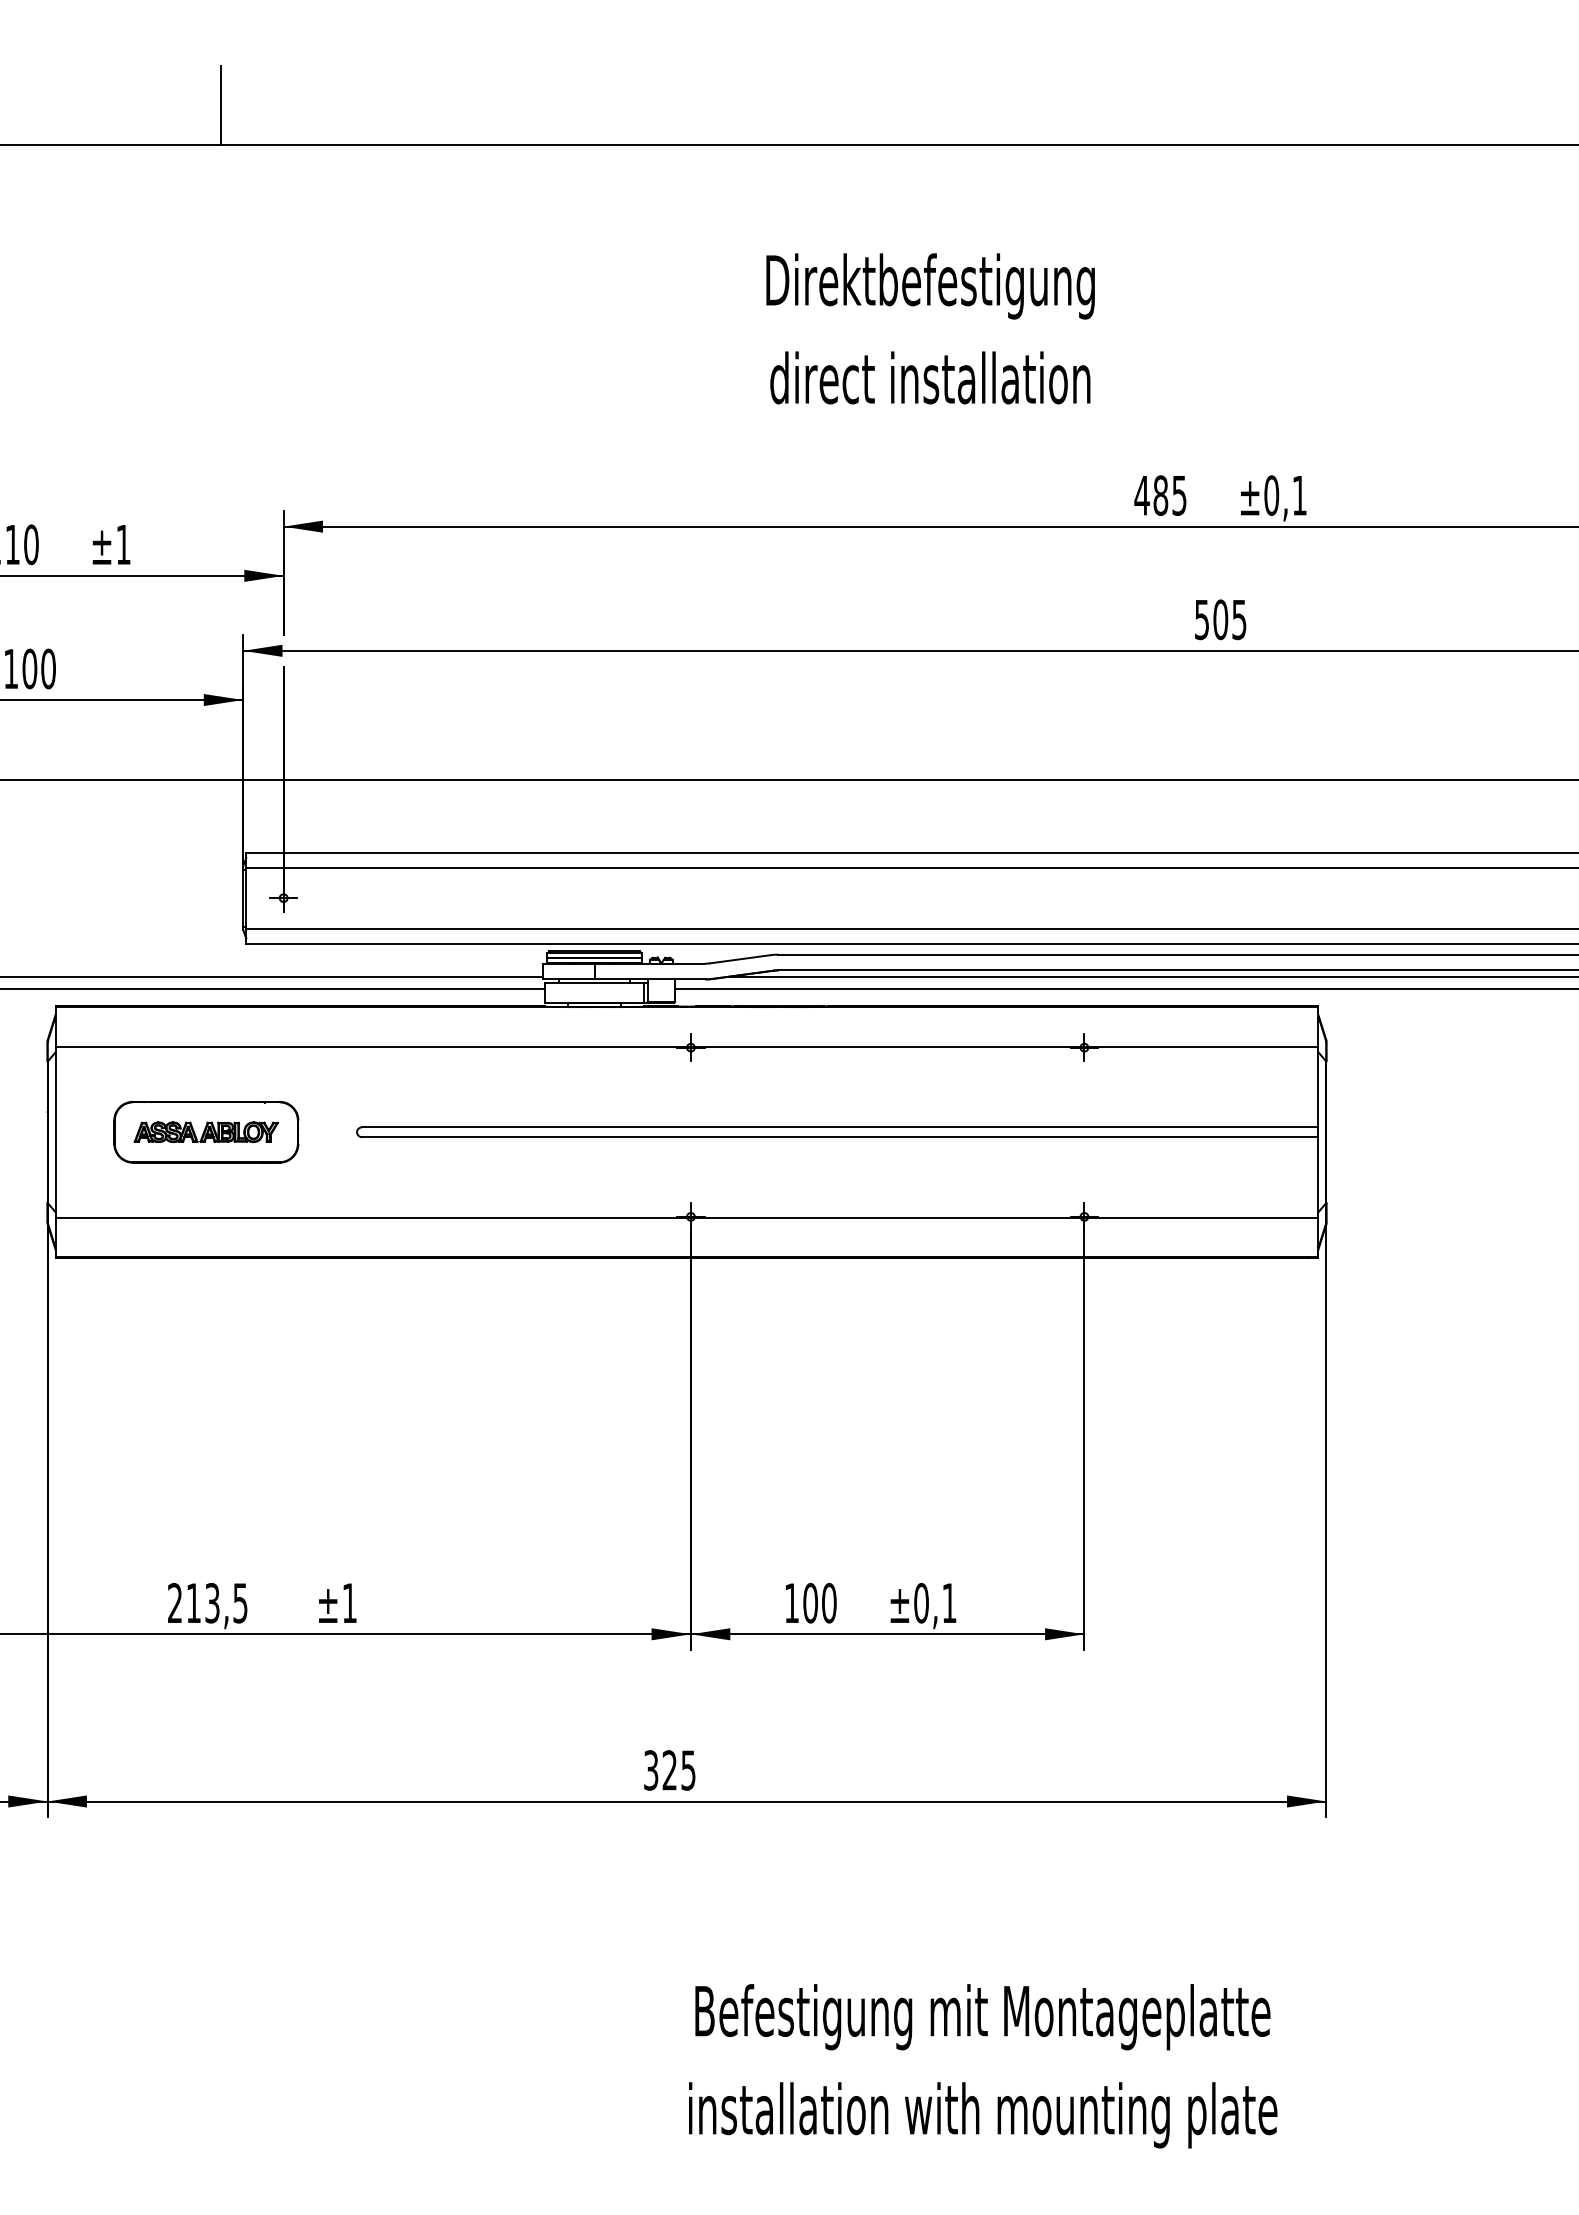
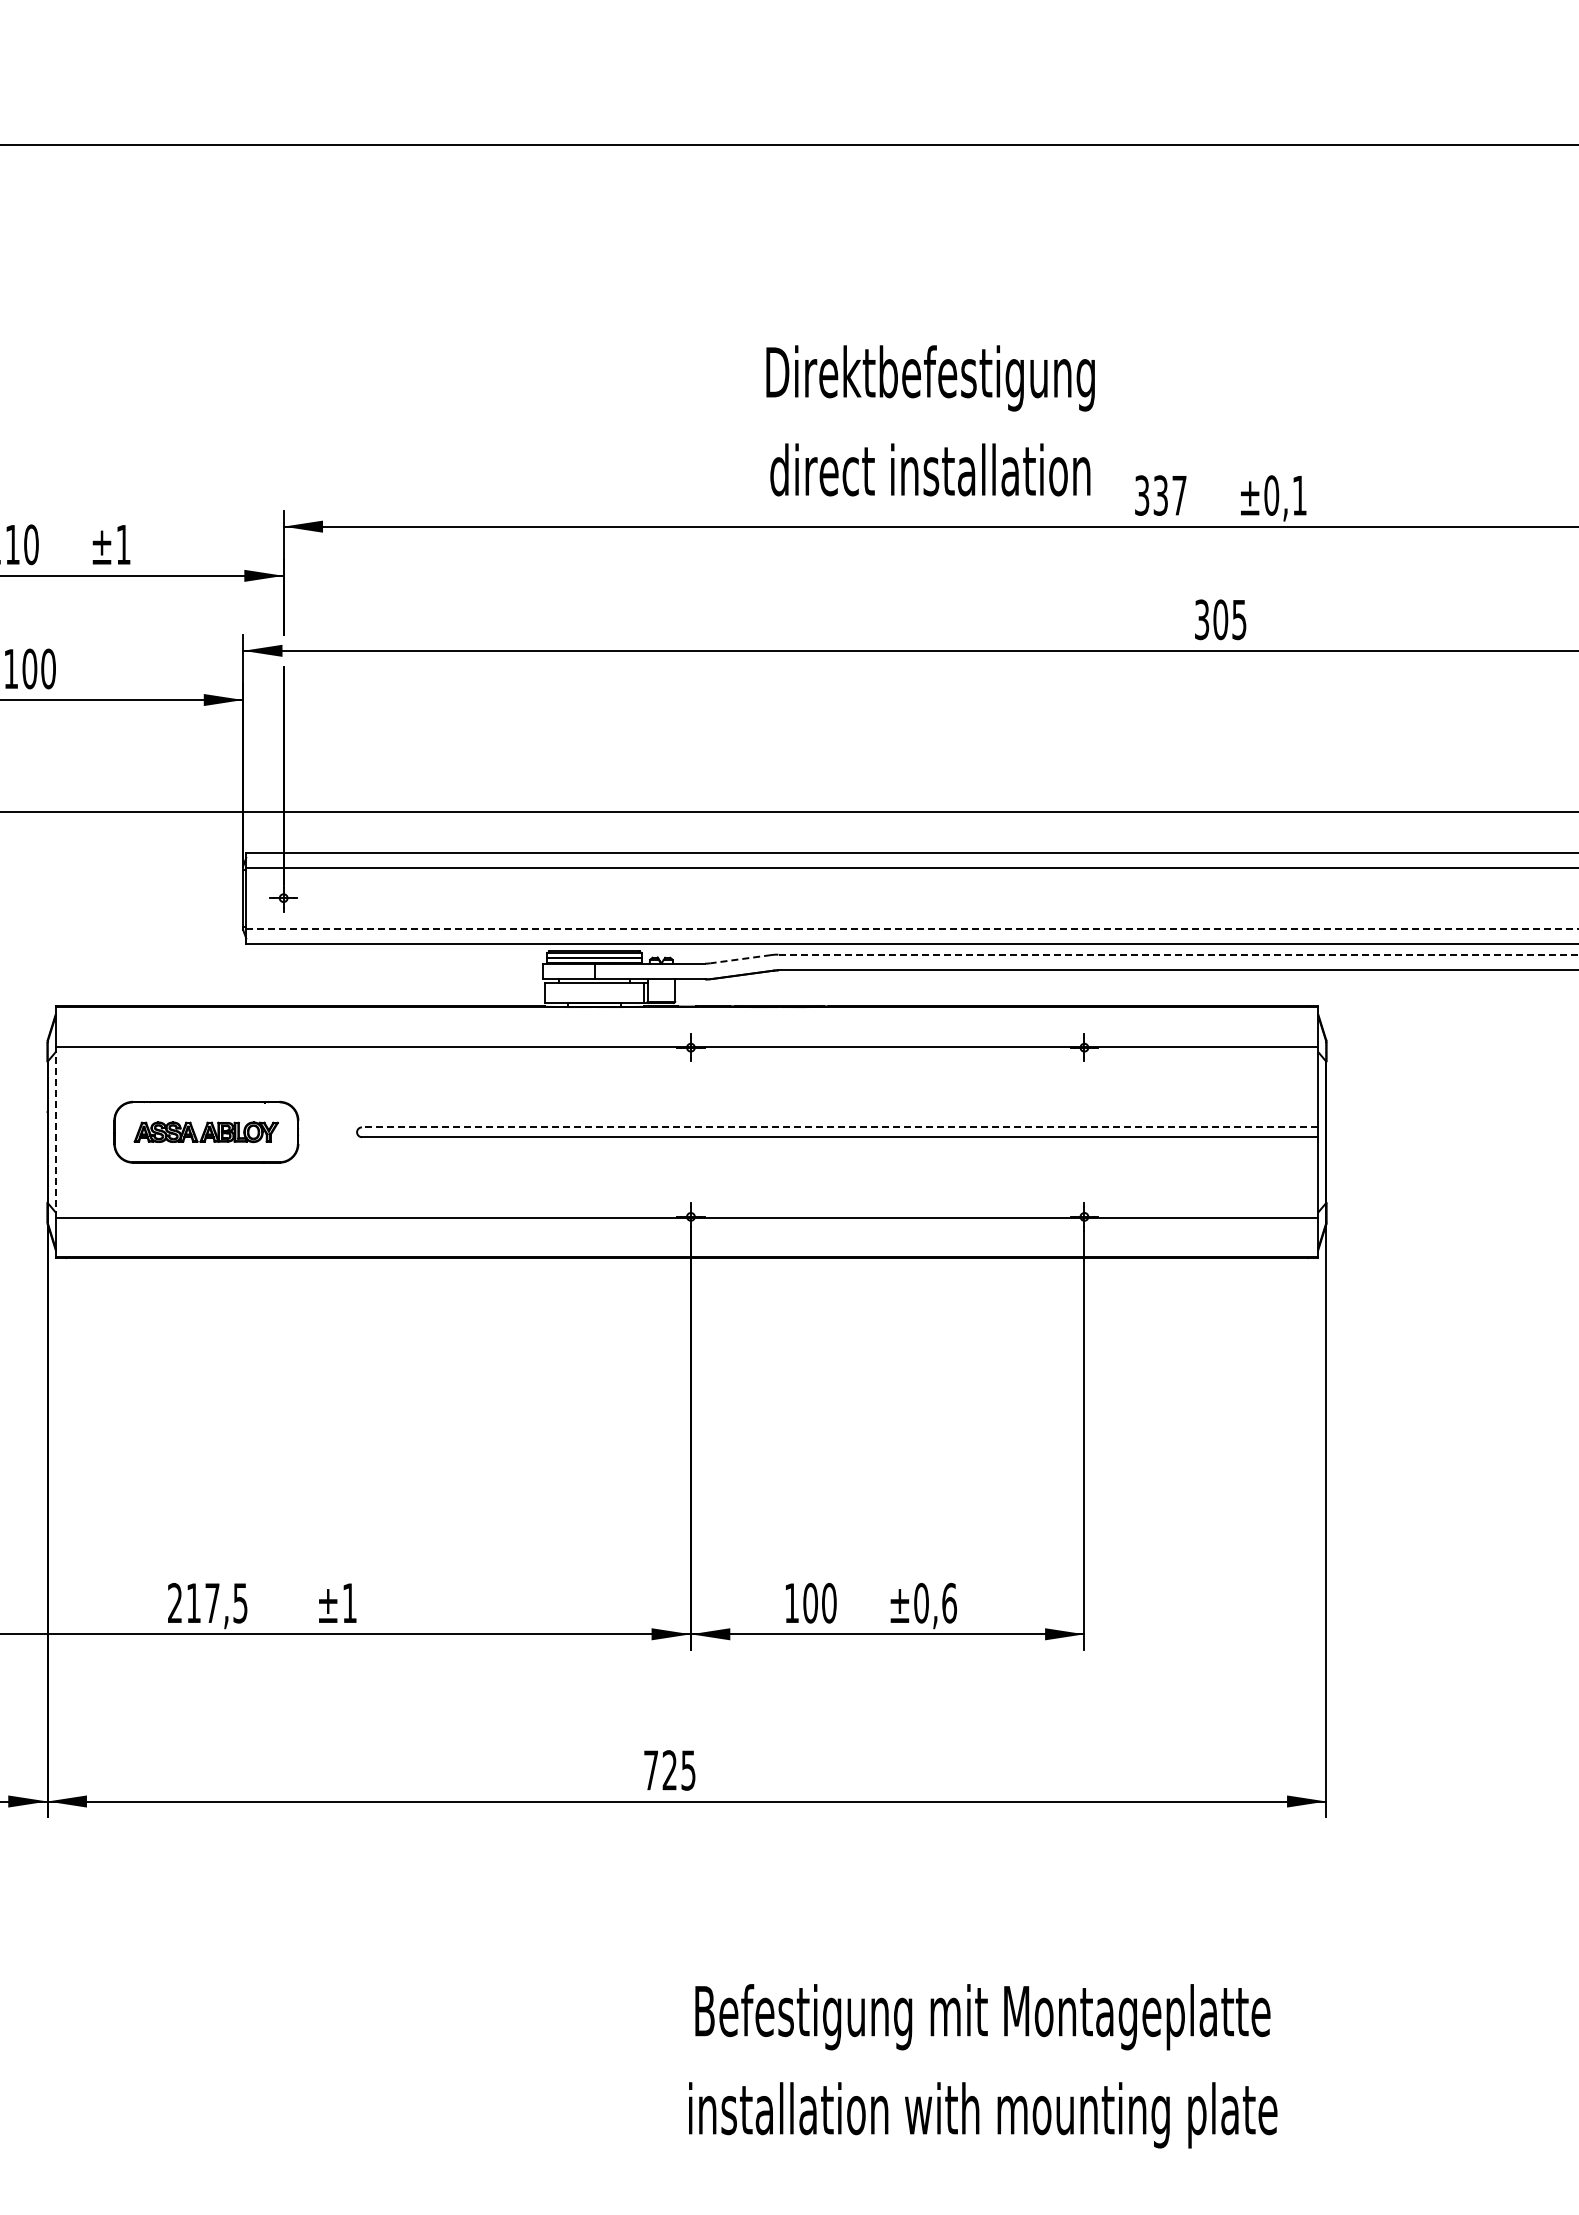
line at (220, 105): present -> none
text at (930, 328) position: (930, 328) -> (930, 420)
text at (1160, 495): 485 -> 337
text at (1202, 619): 505 -> 305
line at (788, 780) position: (788, 780) -> (788, 812)
line at (913, 928): solid -> dashed
line at (1178, 954): solid -> dashed
line at (740, 959): solid -> dashed
line at (272, 976): present -> none
line at (1151, 976): present -> none
line at (273, 988): present -> none
line at (1125, 988): present -> none
line at (839, 1127): solid -> dashed
line at (55, 1132): solid -> dashed
text at (212, 1602): 213,5 -> 217,5
text at (949, 1602): ±0,1 -> ±0,6
text at (651, 1770): 325 -> 725
